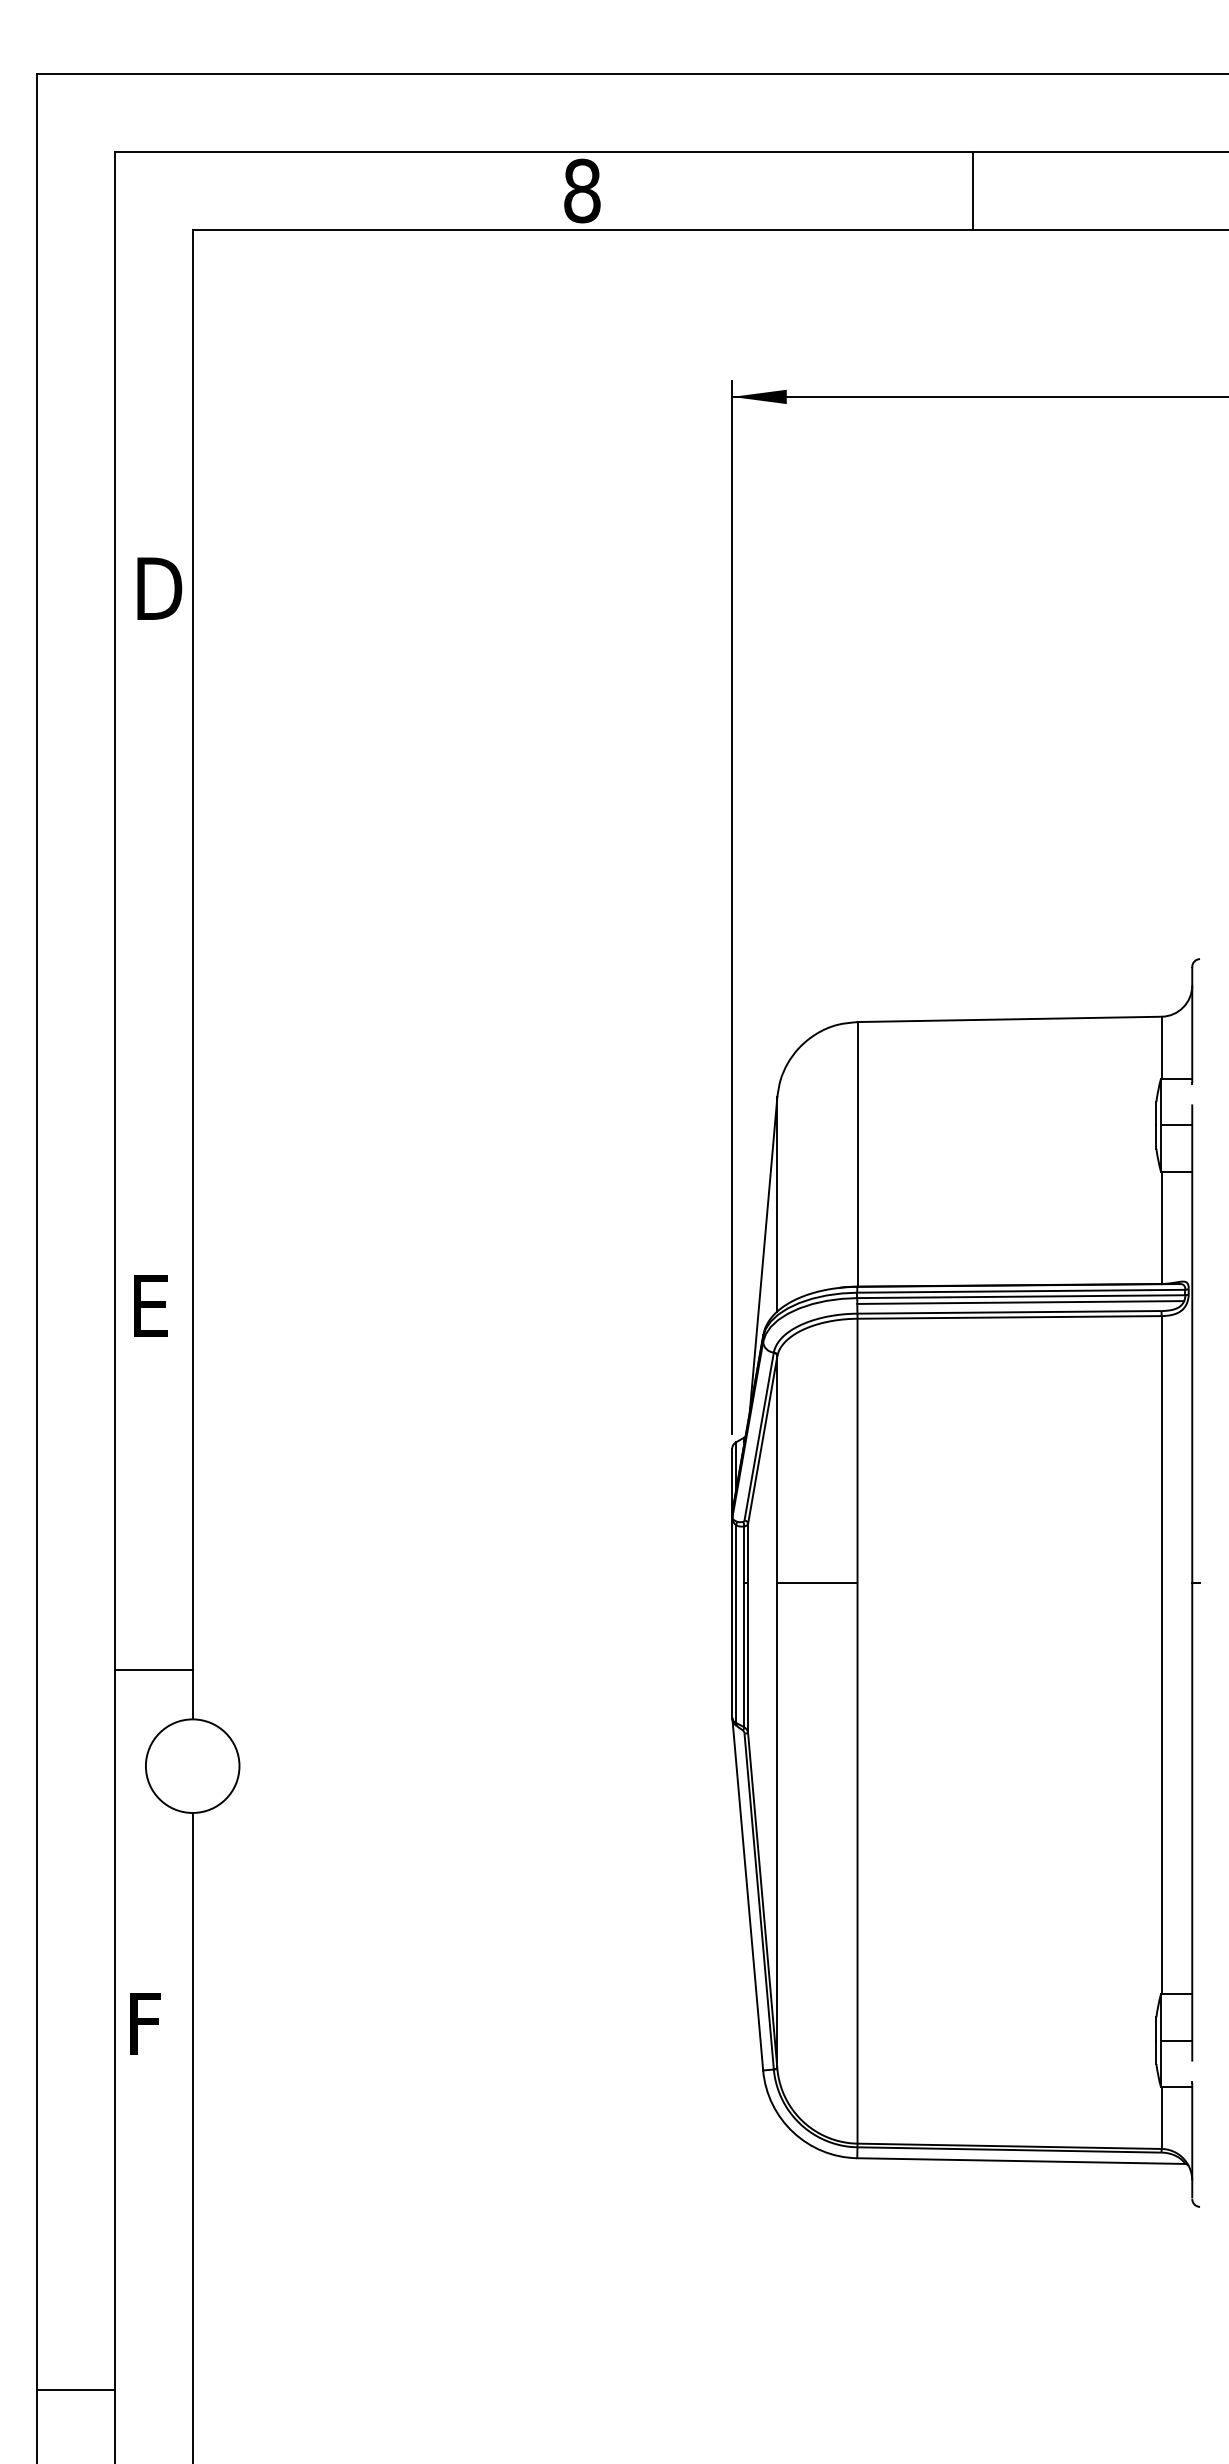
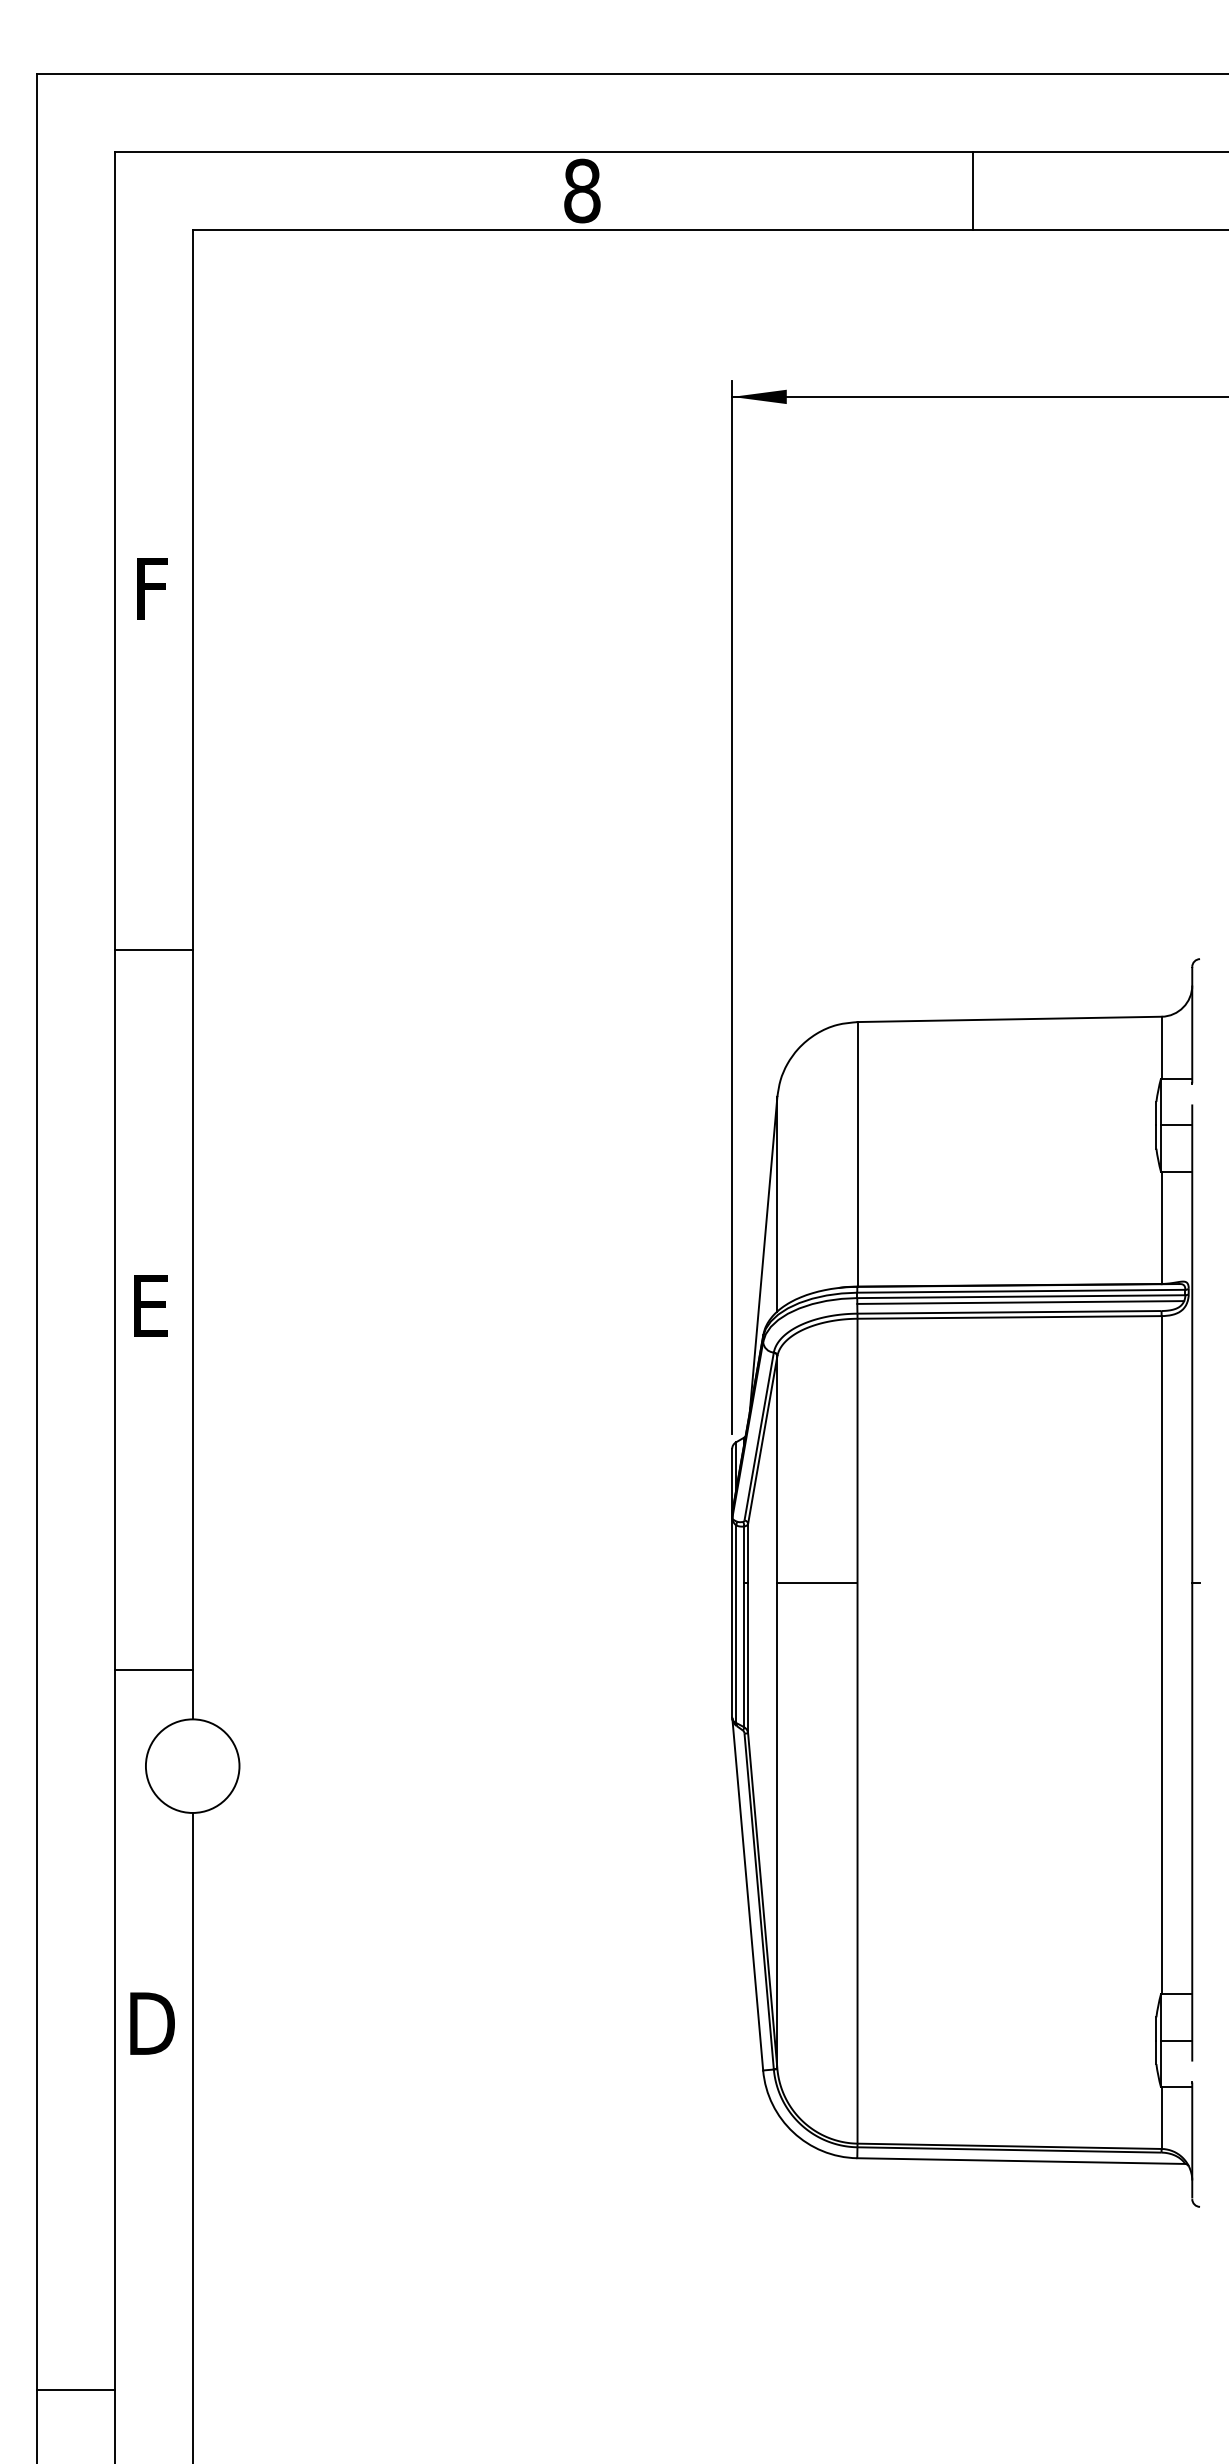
text at (159, 588): D -> F
line at (153, 949): none -> present
text at (152, 2023): F -> D
